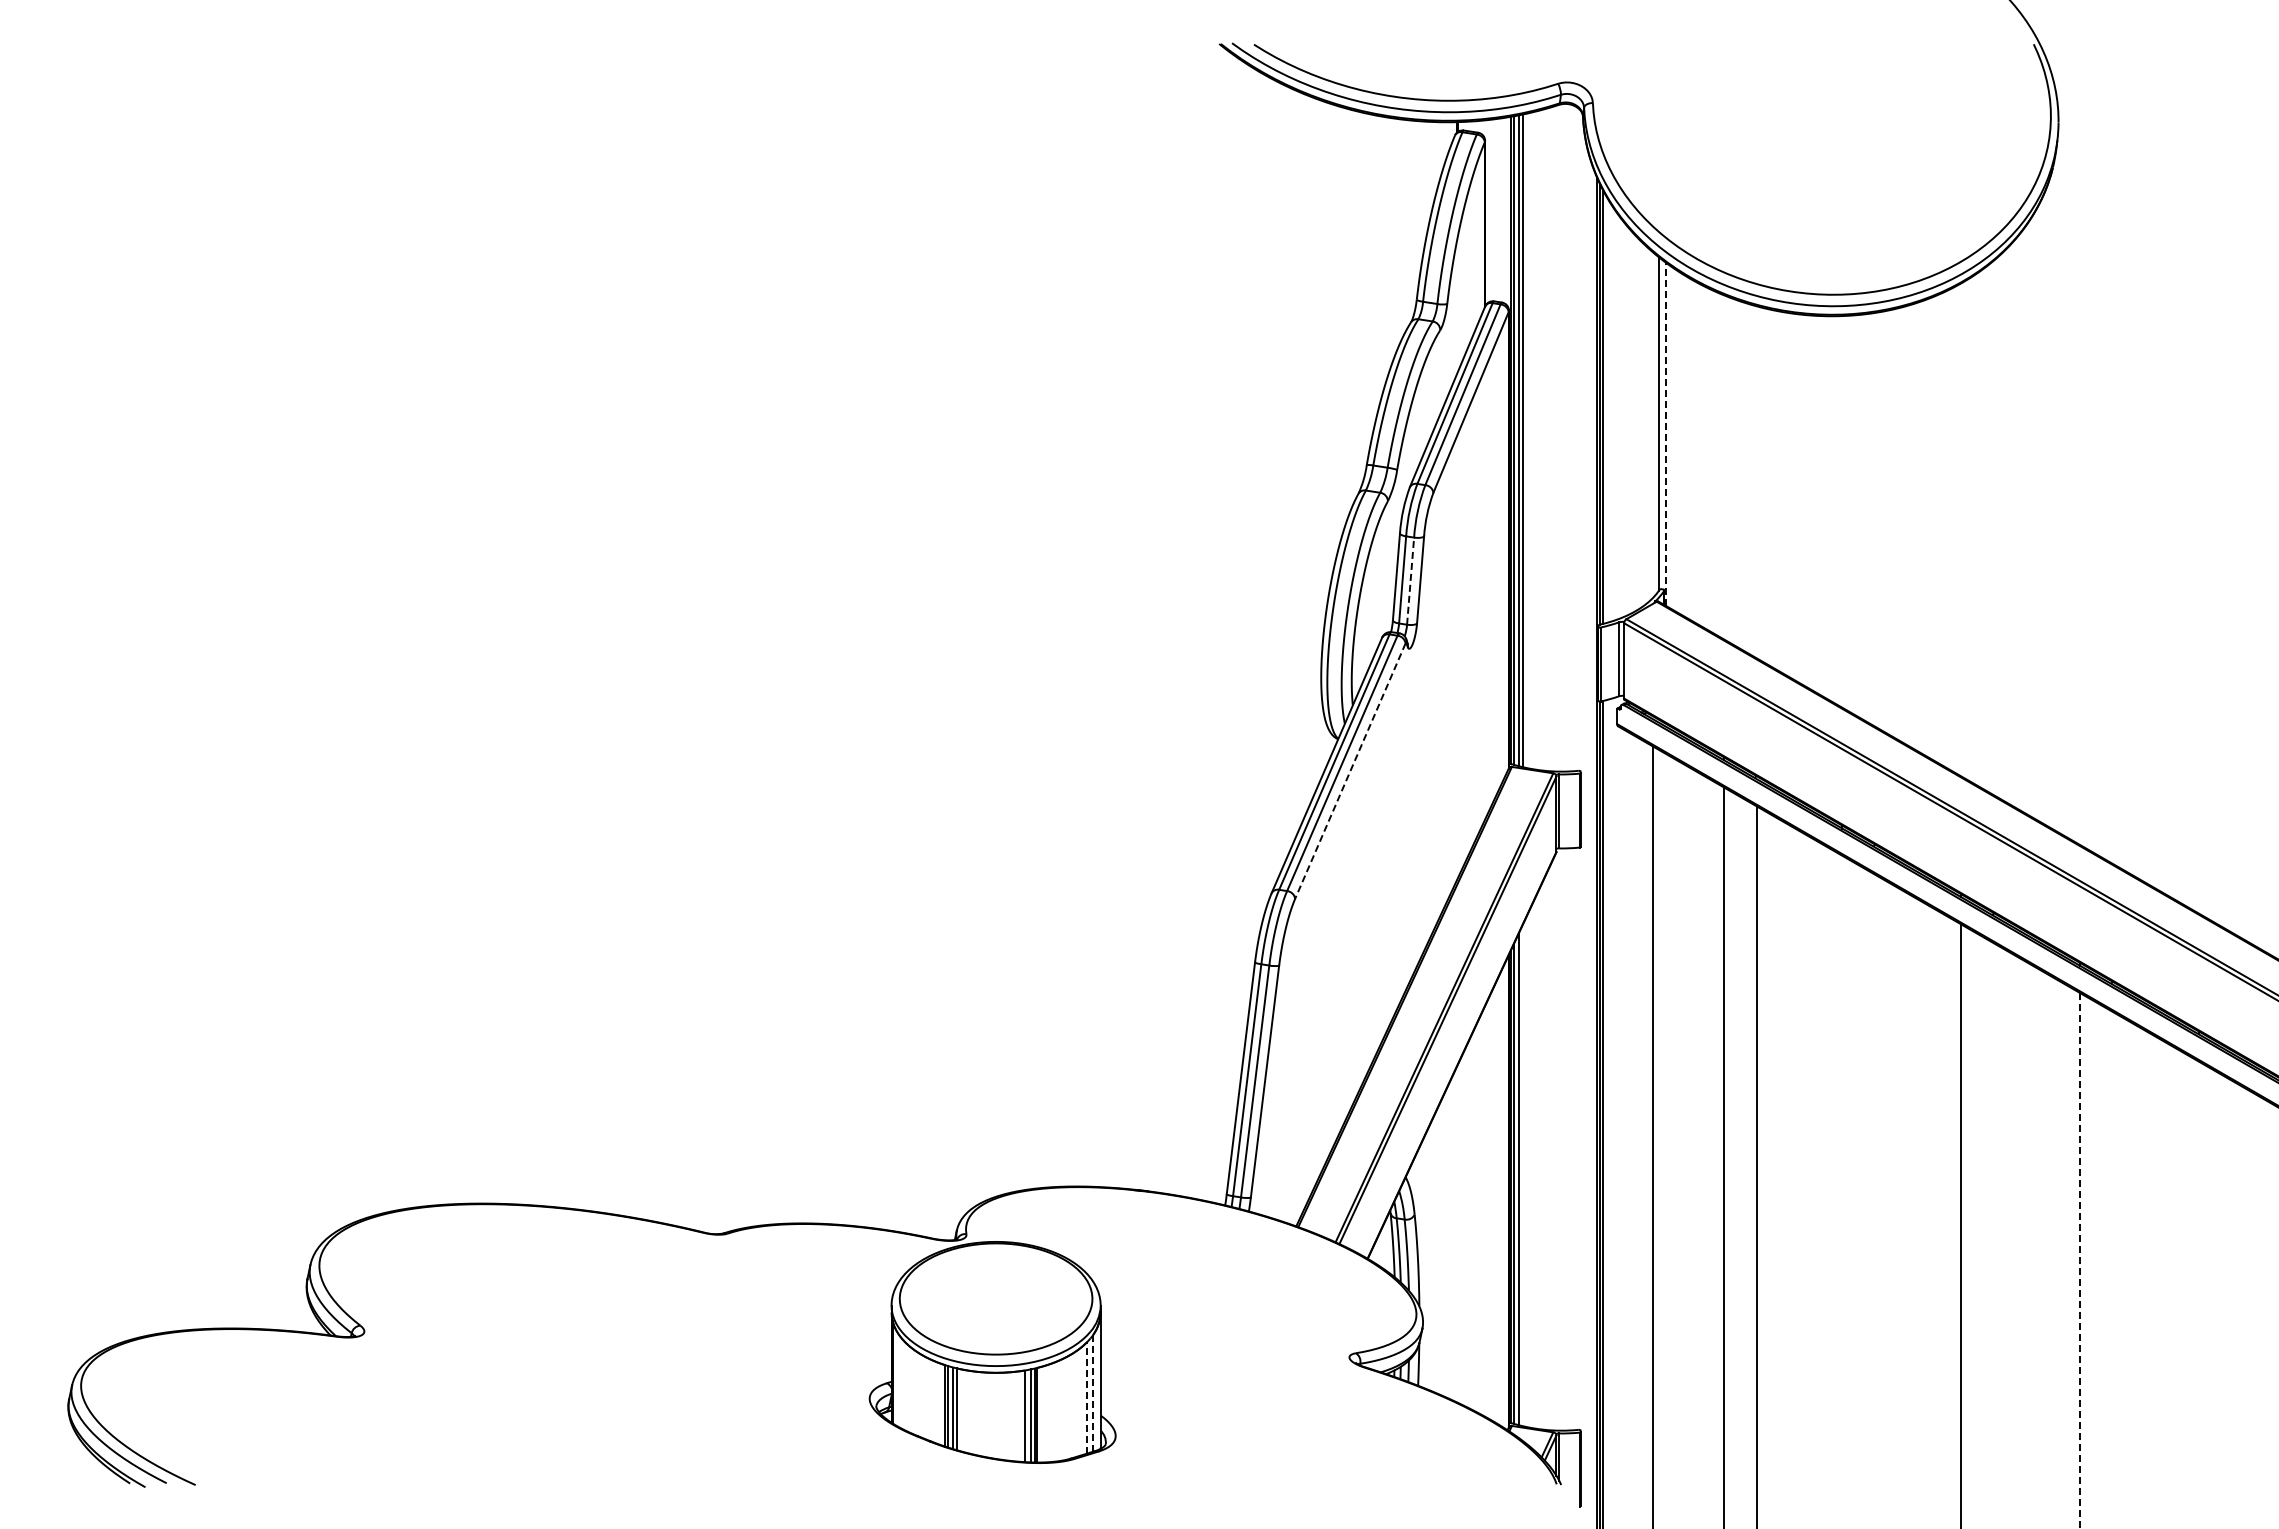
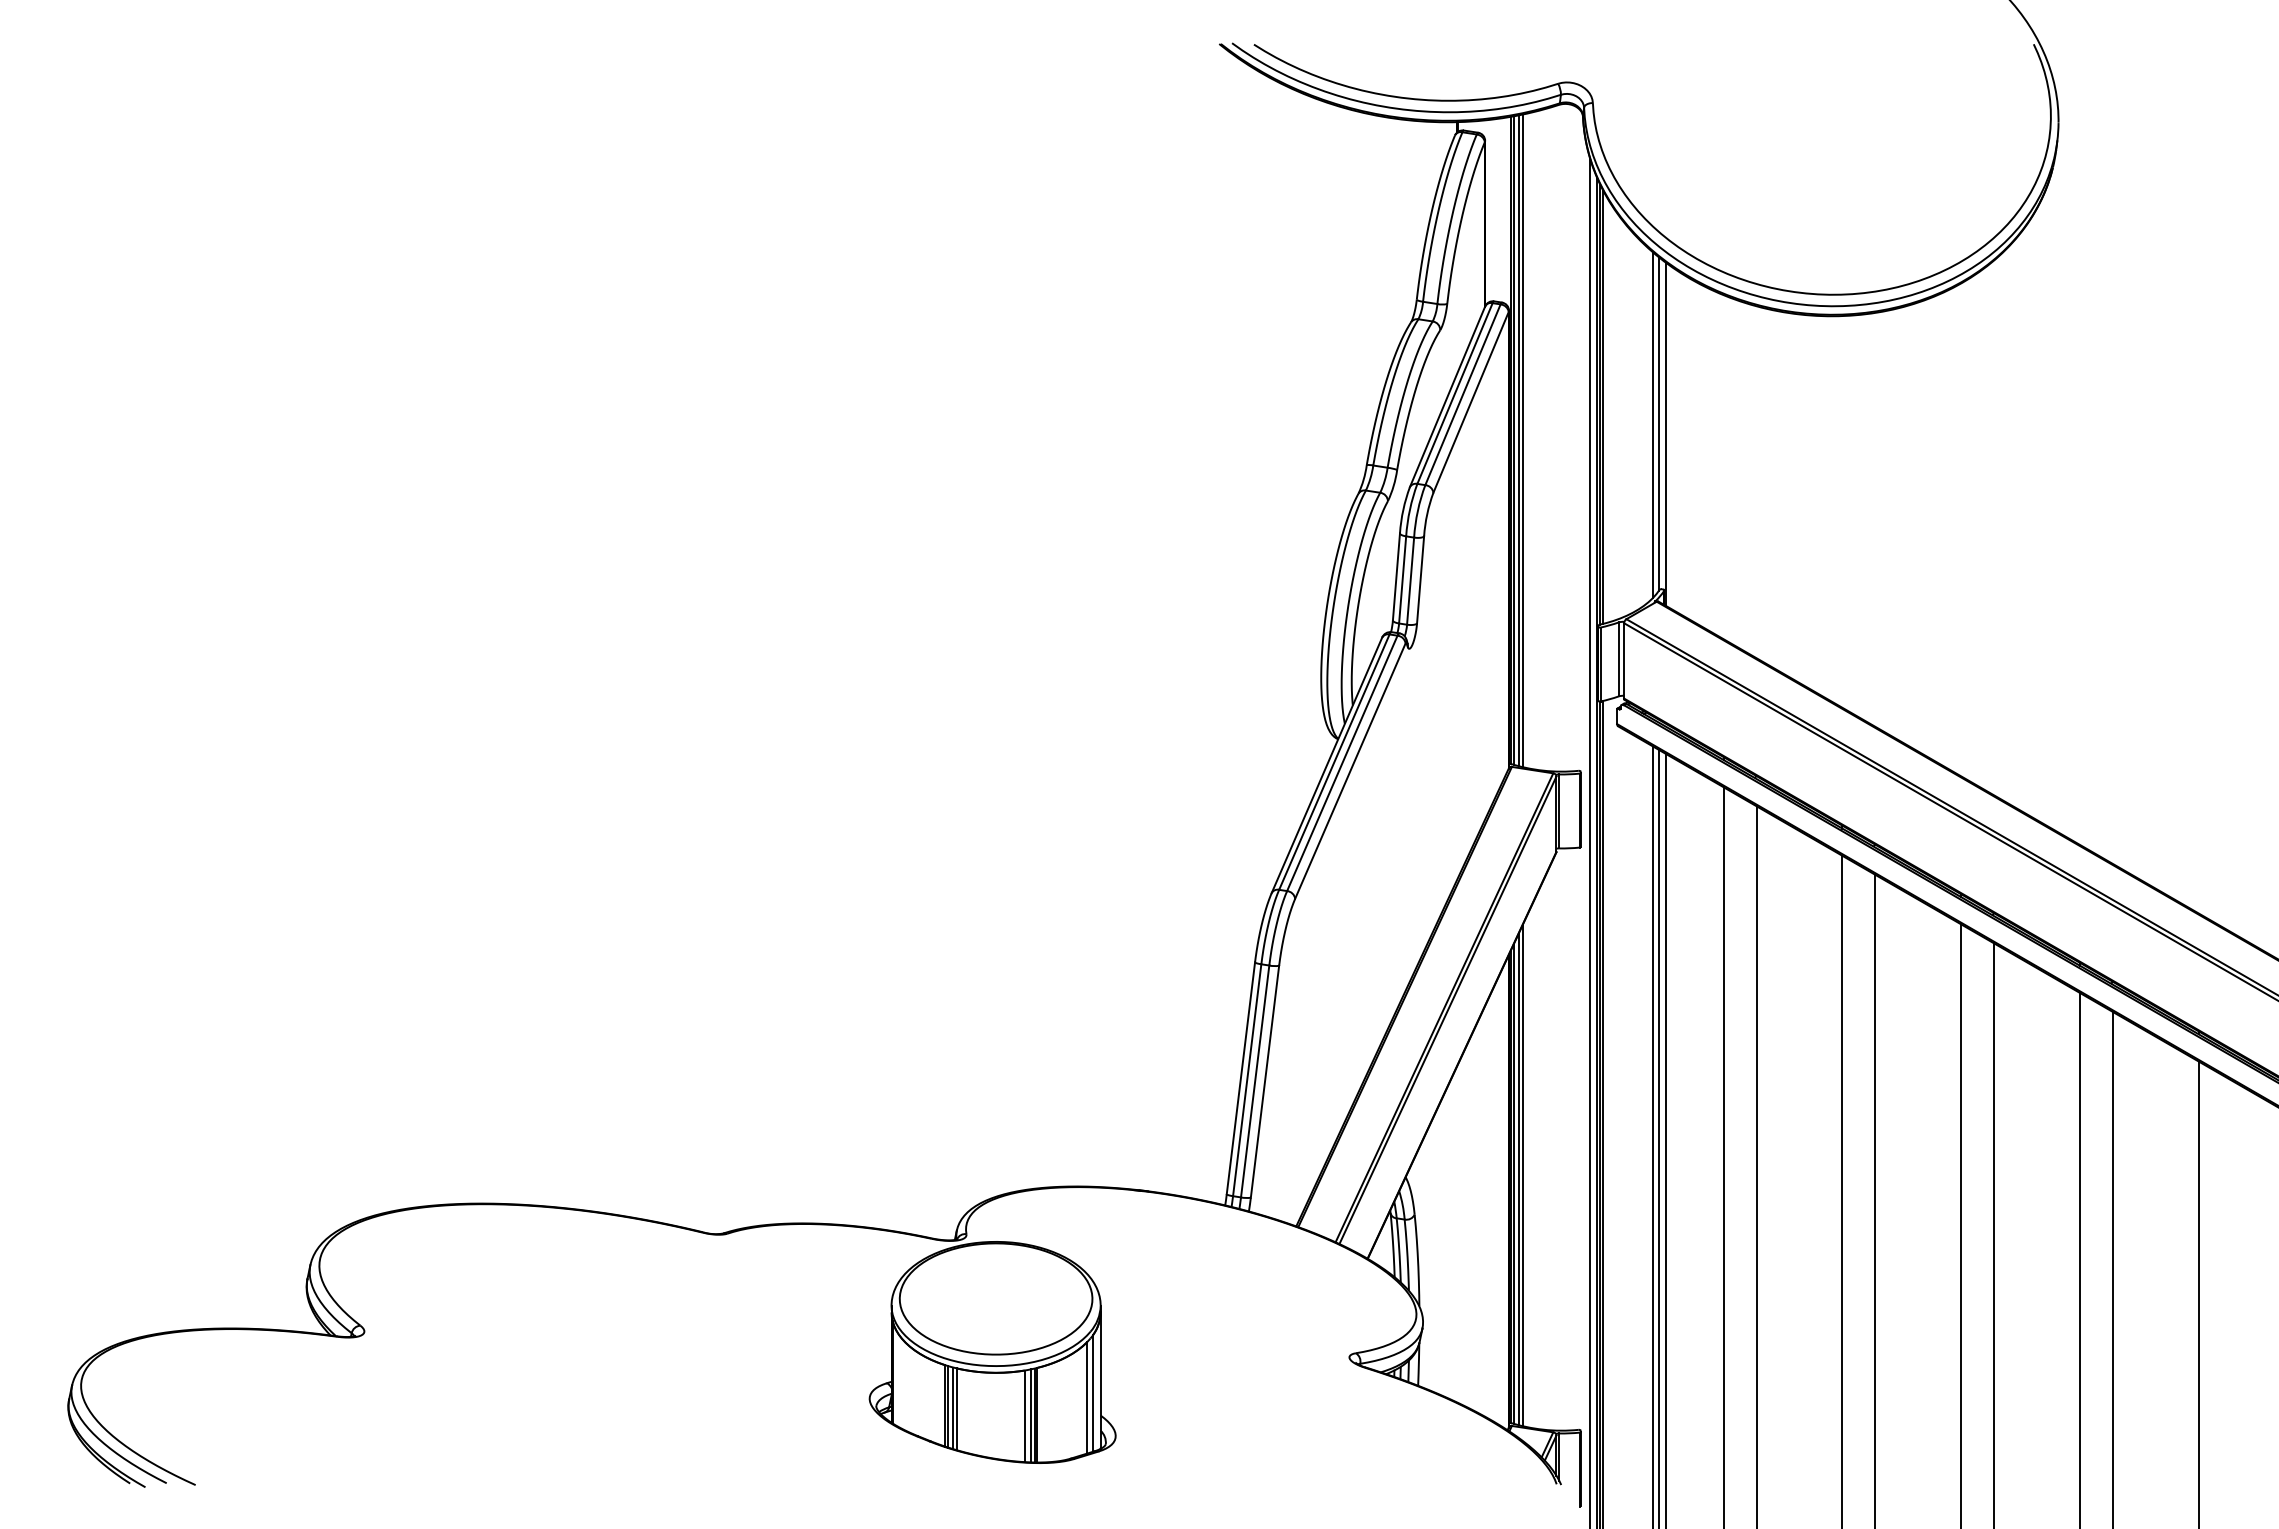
line at (1653, 424): none -> present
line at (1666, 434): dashed -> solid
line at (1410, 581): dashed -> solid
line at (1350, 771): dashed -> solid
line at (1590, 842): none -> present
line at (1658, 1137): none -> present
line at (1666, 1139): none -> present
line at (1522, 1175): none -> present
line at (1842, 1190): none -> present
line at (1875, 1199): none -> present
line at (1994, 1234): none -> present
line at (2079, 1260): dashed -> solid
line at (2112, 1268): none -> present
line at (2198, 1293): none -> present
line at (1093, 1392): dashed -> solid
line at (1087, 1397): dashed -> solid
